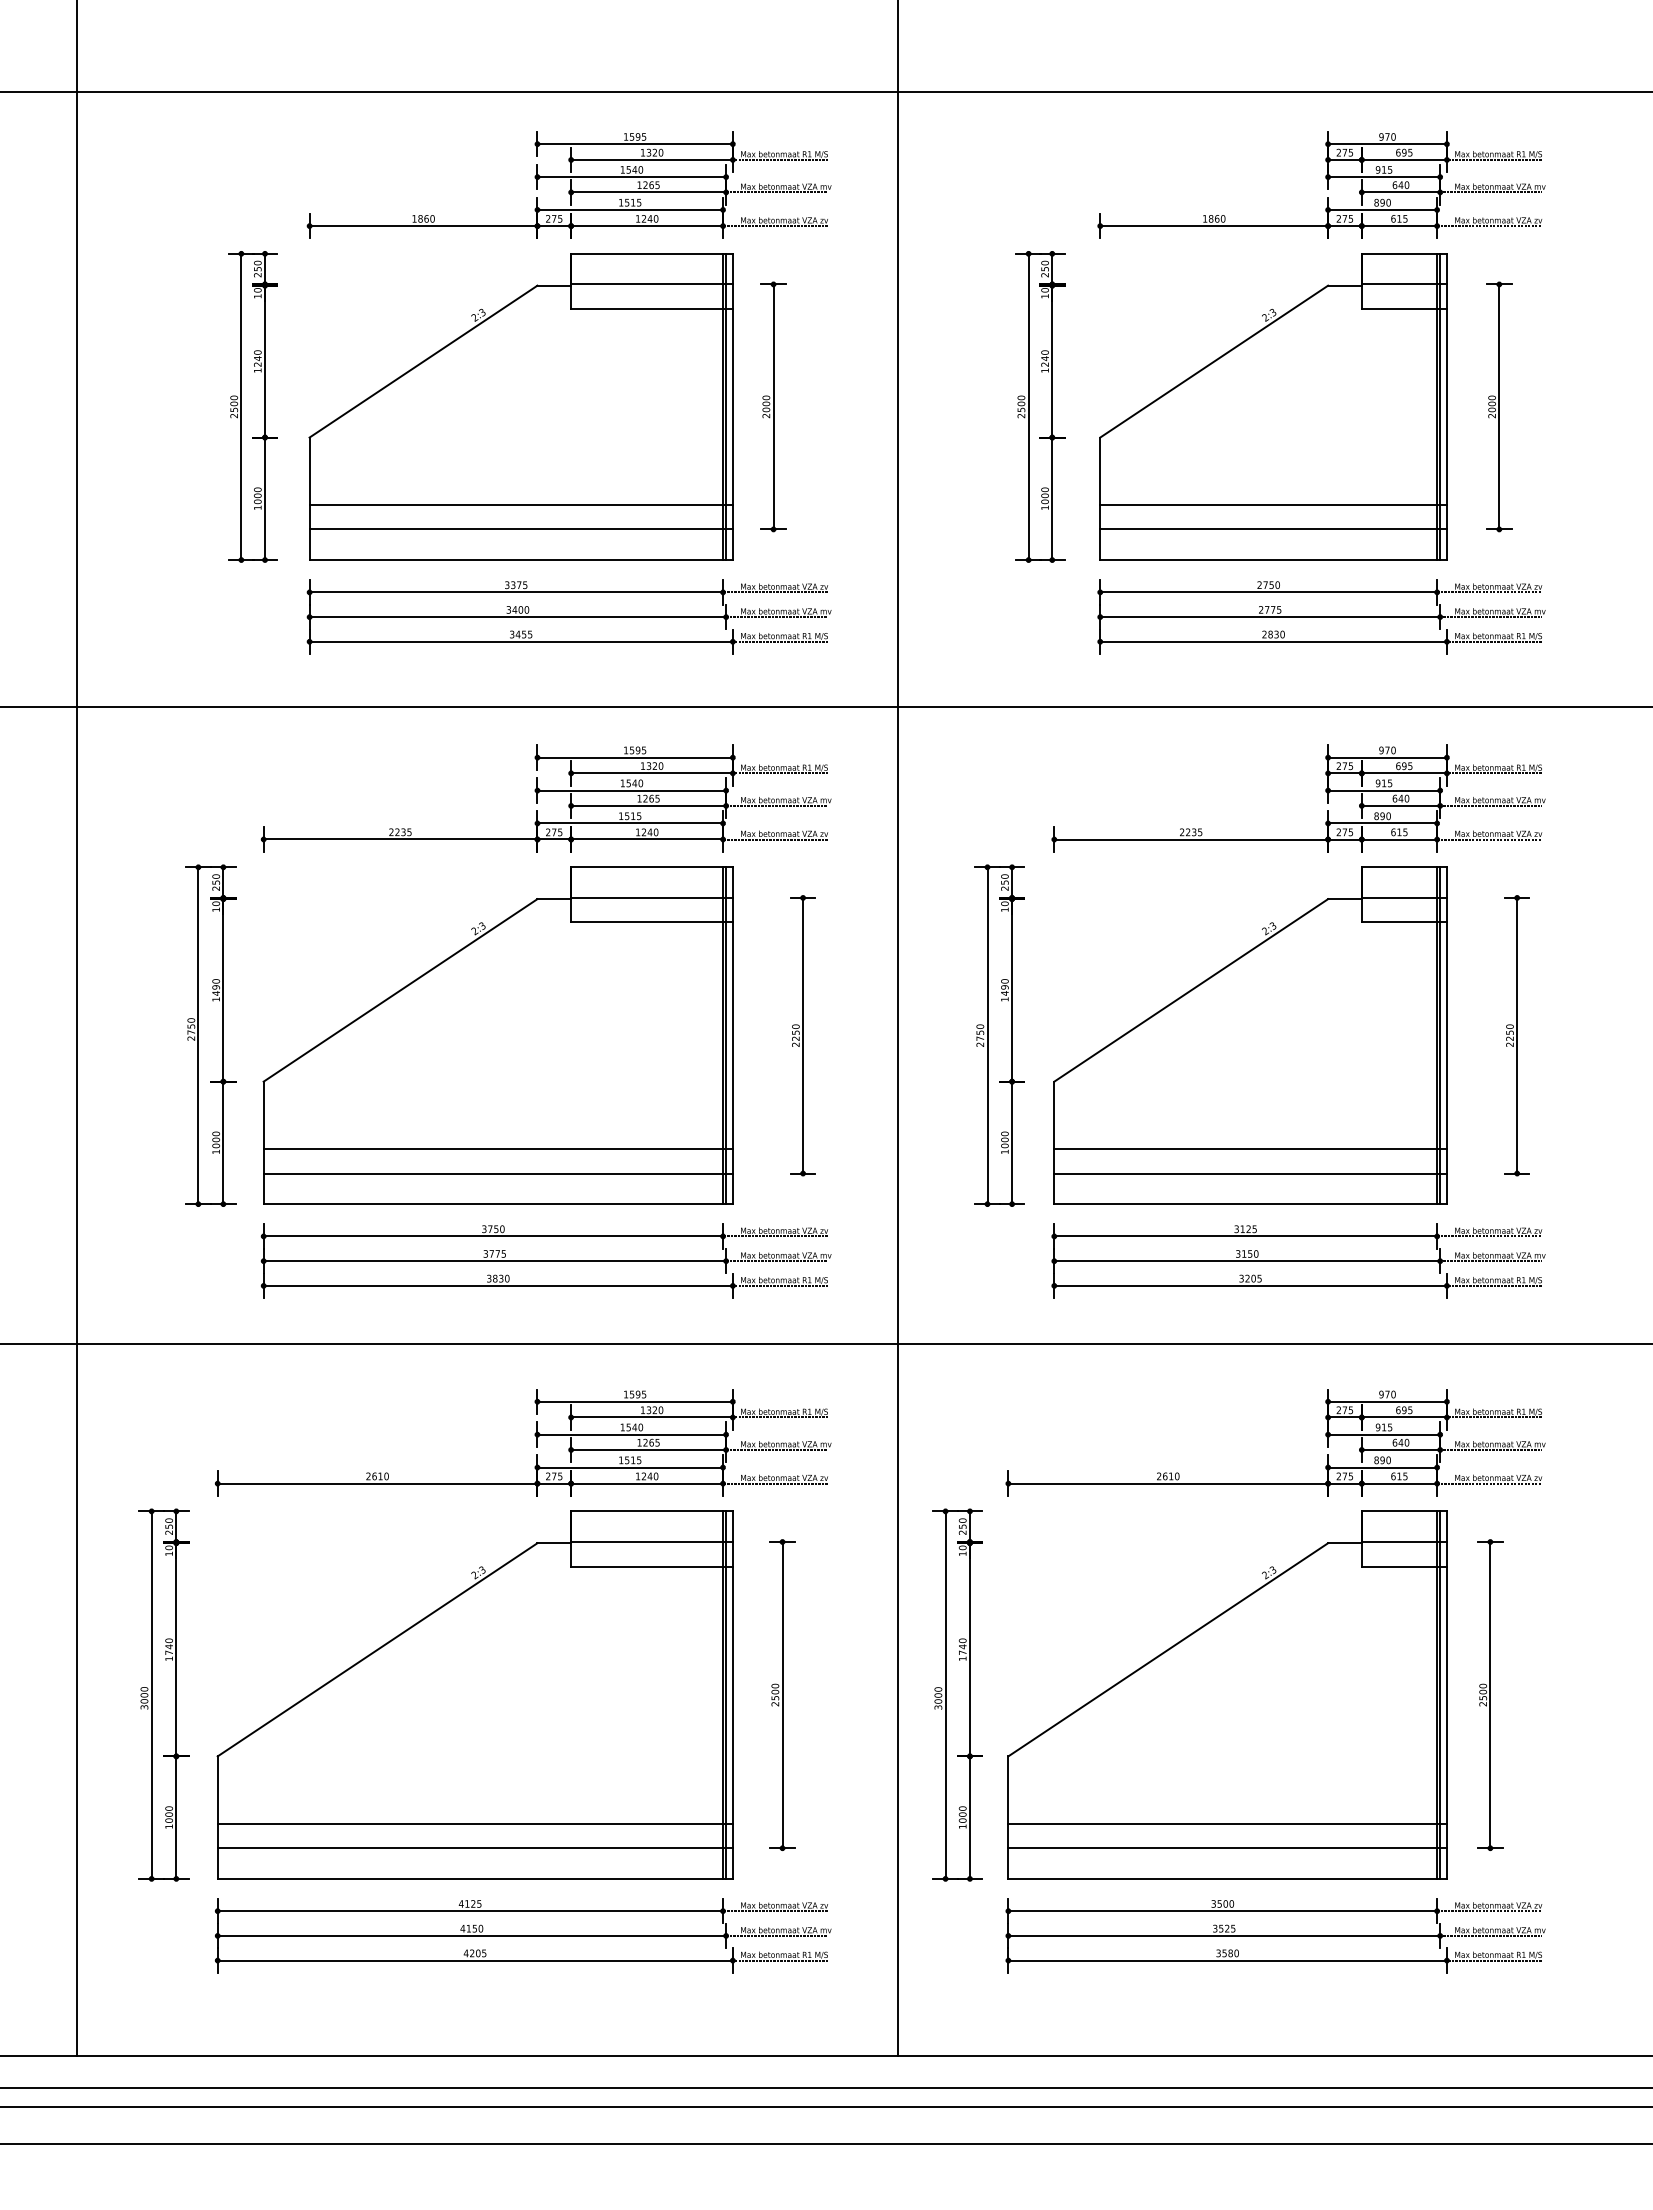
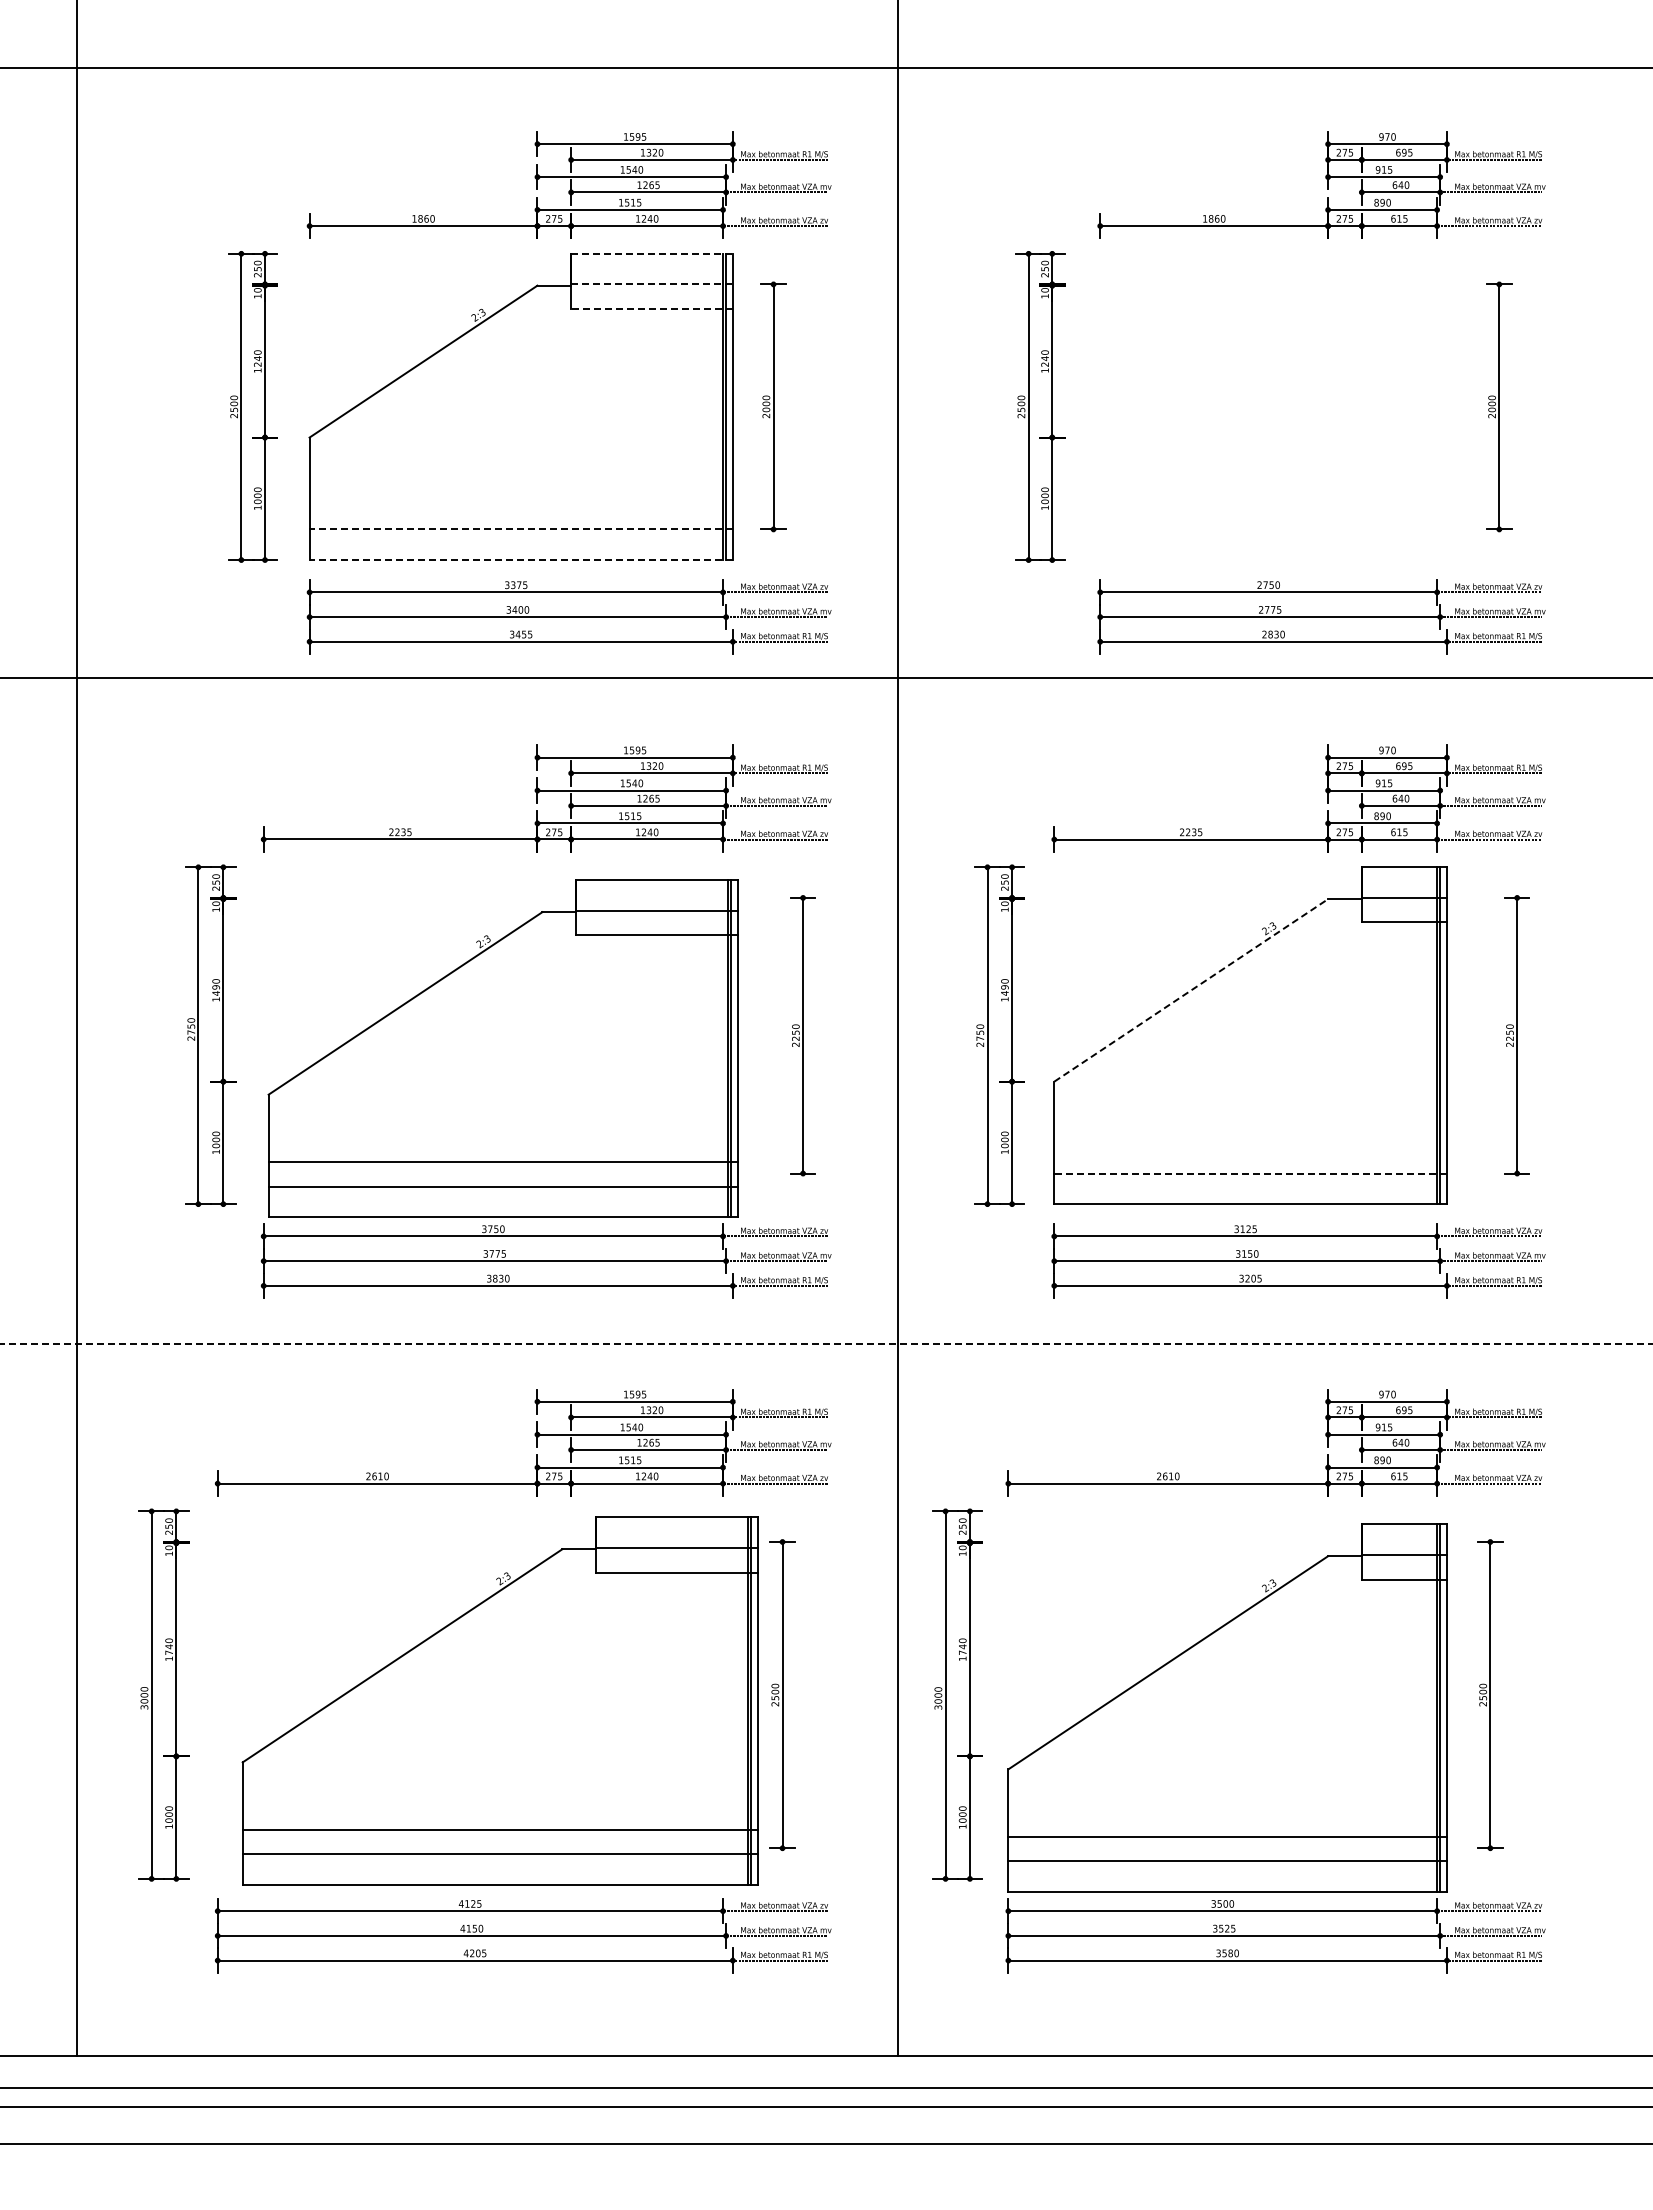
line at (825, 92) position: (825, 92) -> (825, 68)
line at (652, 253): solid -> dashed
line at (652, 284): solid -> dashed
line at (652, 308): solid -> dashed
part at (1273, 406): present -> none
line at (520, 504): present -> none
line at (521, 529): solid -> dashed
line at (521, 560): solid -> dashed
line at (825, 706) position: (825, 706) -> (825, 677)
line at (1191, 990): solid -> dashed
part at (497, 1035) position: (497, 1035) -> (502, 1048)
line at (1250, 1149): present -> none
line at (1250, 1173): solid -> dashed
line at (826, 1343): solid -> dashed
part at (474, 1694) position: (474, 1694) -> (499, 1700)
part at (1227, 1694) position: (1227, 1694) -> (1227, 1707)
